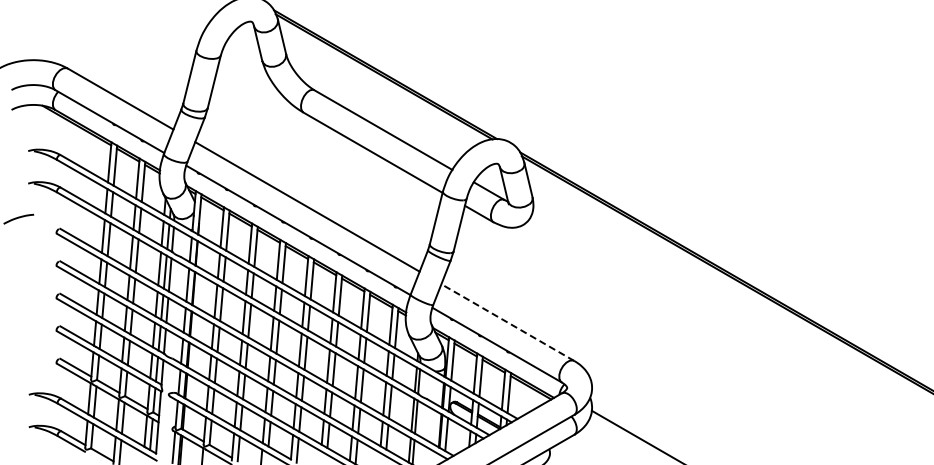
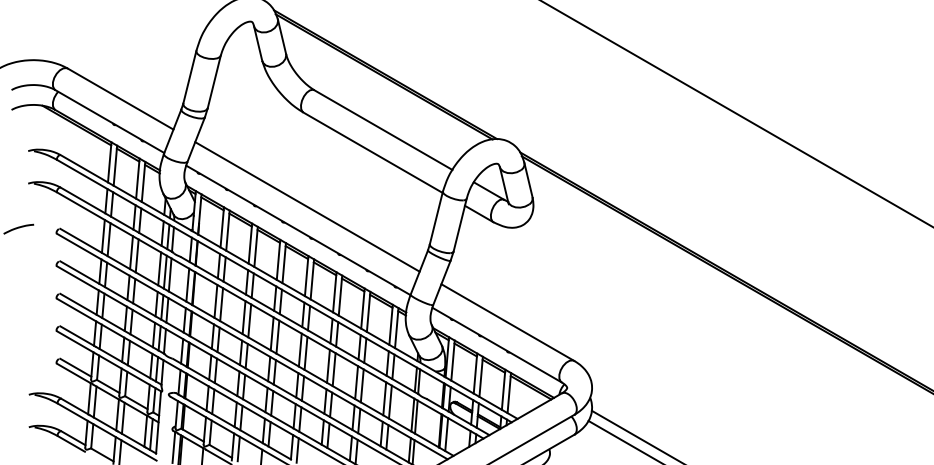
line at (736, 113): none -> present
curve at (18, 218) position: (18, 218) -> (18, 228)
line at (507, 322): dashed -> solid
line at (623, 440): none -> present
